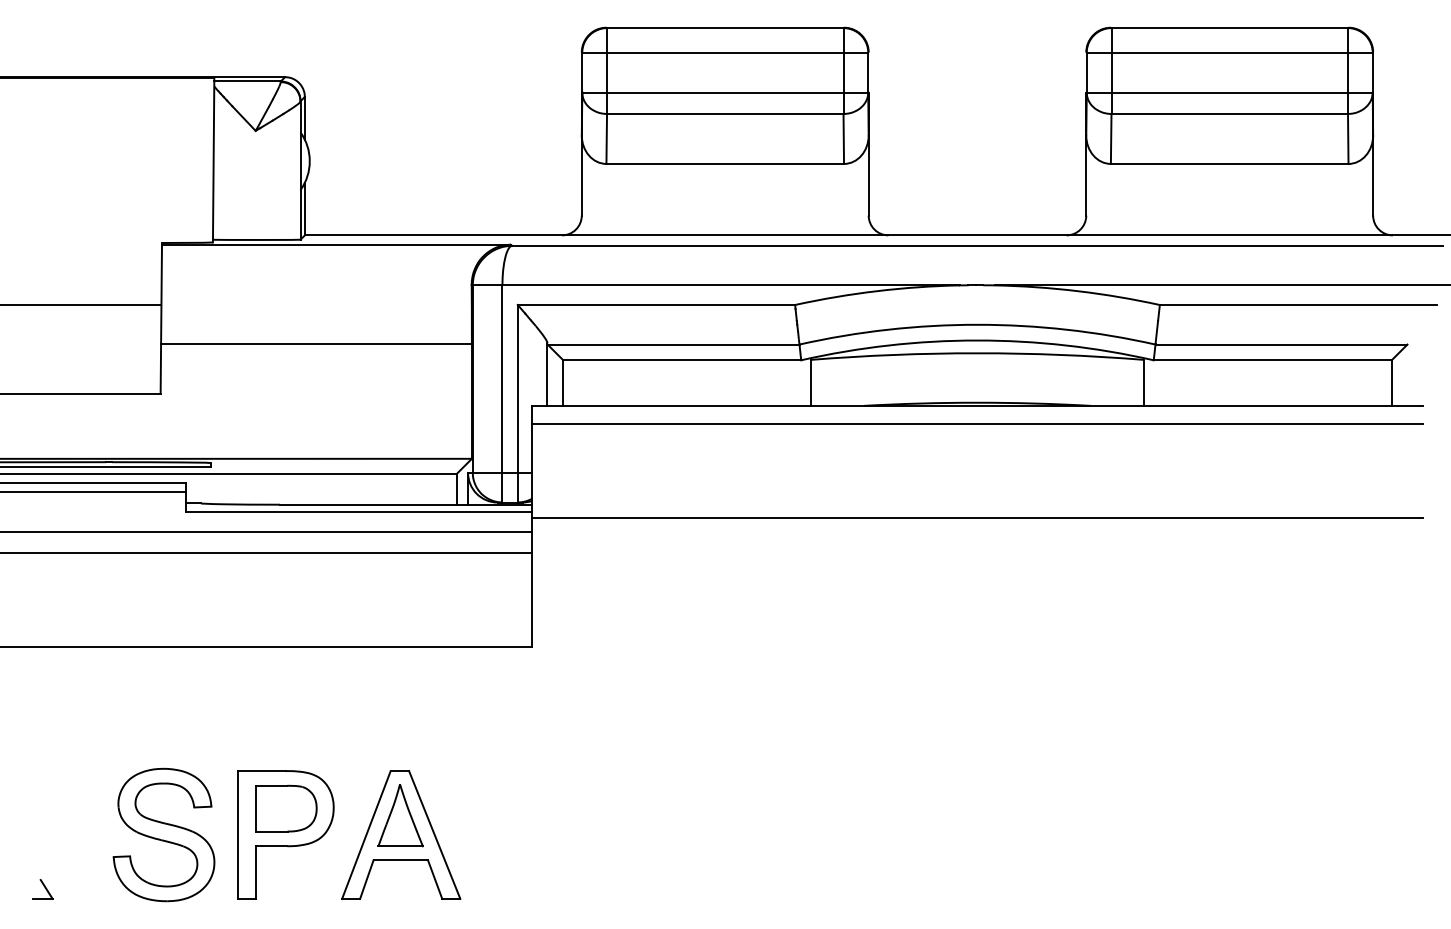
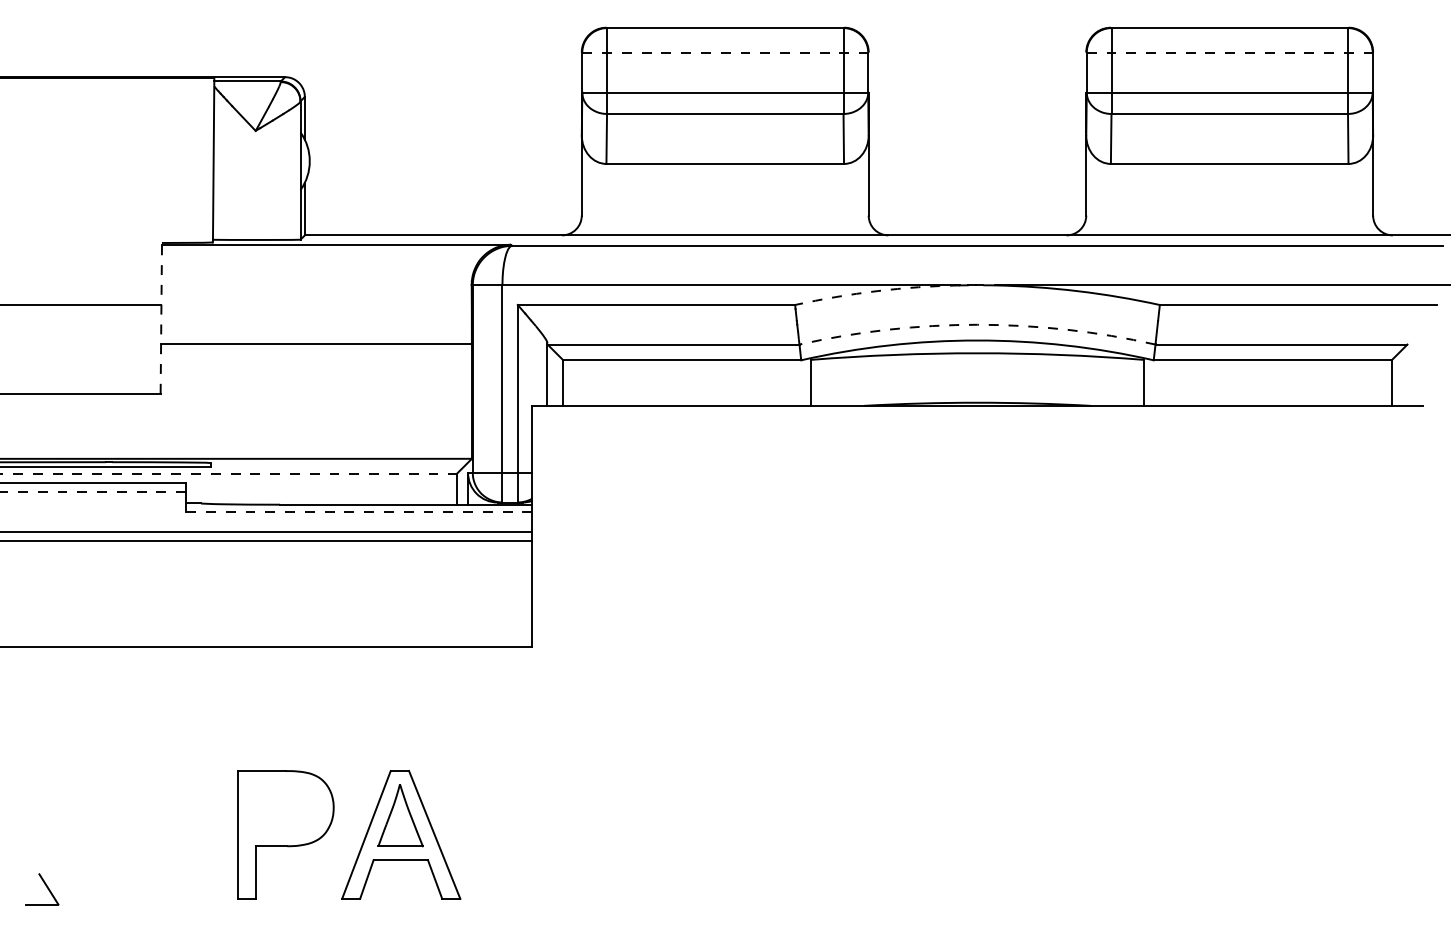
line at (725, 52): solid -> dashed
line at (1229, 52): solid -> dashed
arc at (877, 291): solid -> dashed
line at (161, 317): solid -> dashed
arc at (977, 324): solid -> dashed
line at (977, 424): present -> none
line at (229, 473): solid -> dashed
line at (93, 492): solid -> dashed
line at (359, 512): solid -> dashed
line at (977, 518): present -> none
line at (267, 552) position: (267, 552) -> (267, 540)
part at (286, 808): present -> none
part at (163, 834): present -> none
part at (42, 889) size: 22x21 px -> 35x33 px
